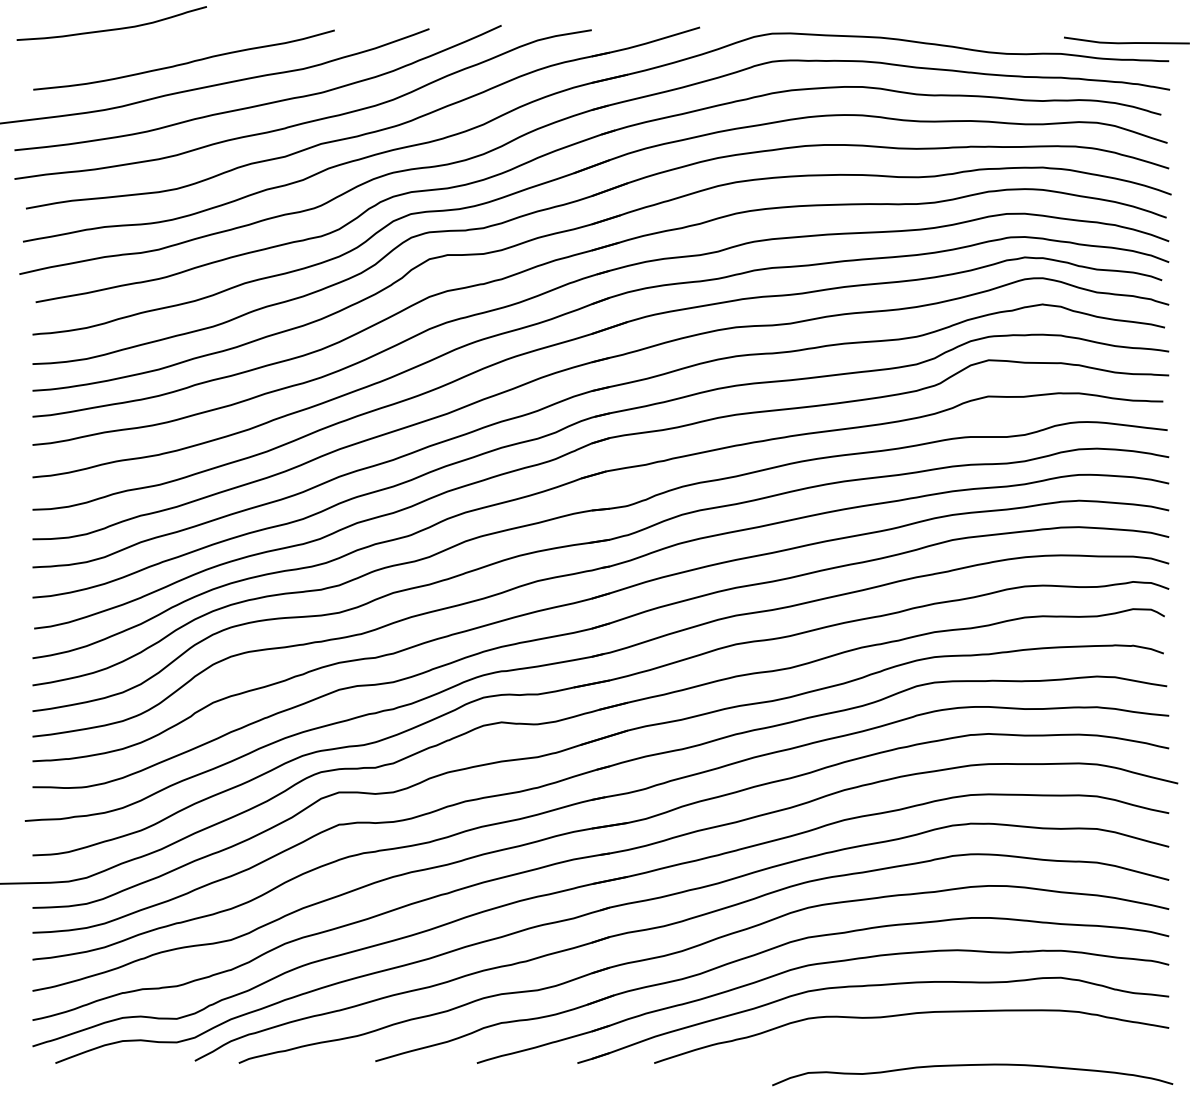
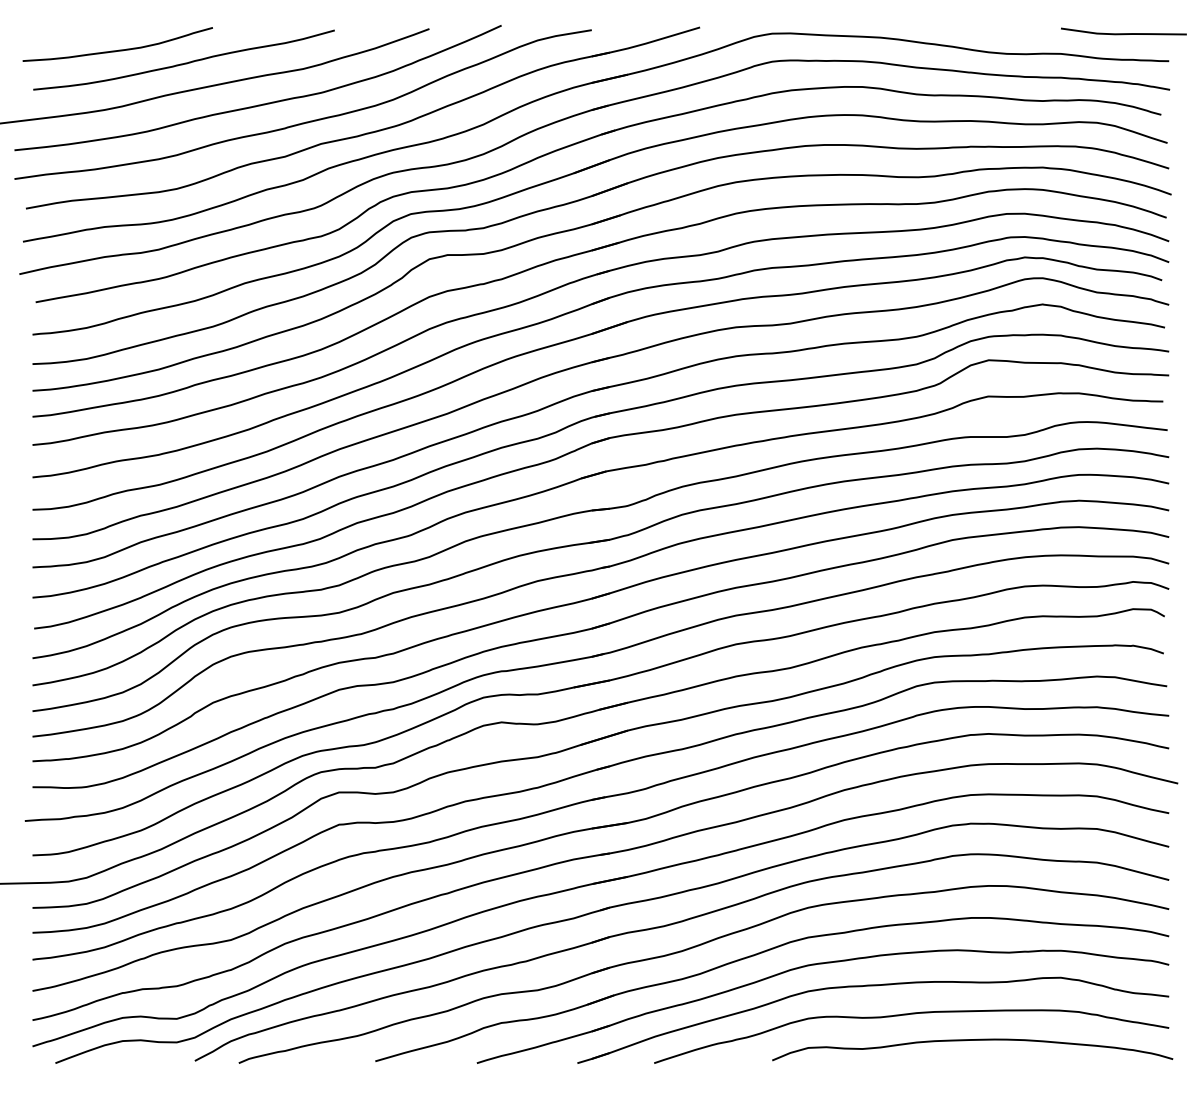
curve at (112, 28) position: (112, 28) -> (118, 49)
curve at (1126, 42) position: (1126, 42) -> (1123, 33)
curve at (972, 1065) position: (972, 1065) -> (972, 1040)
